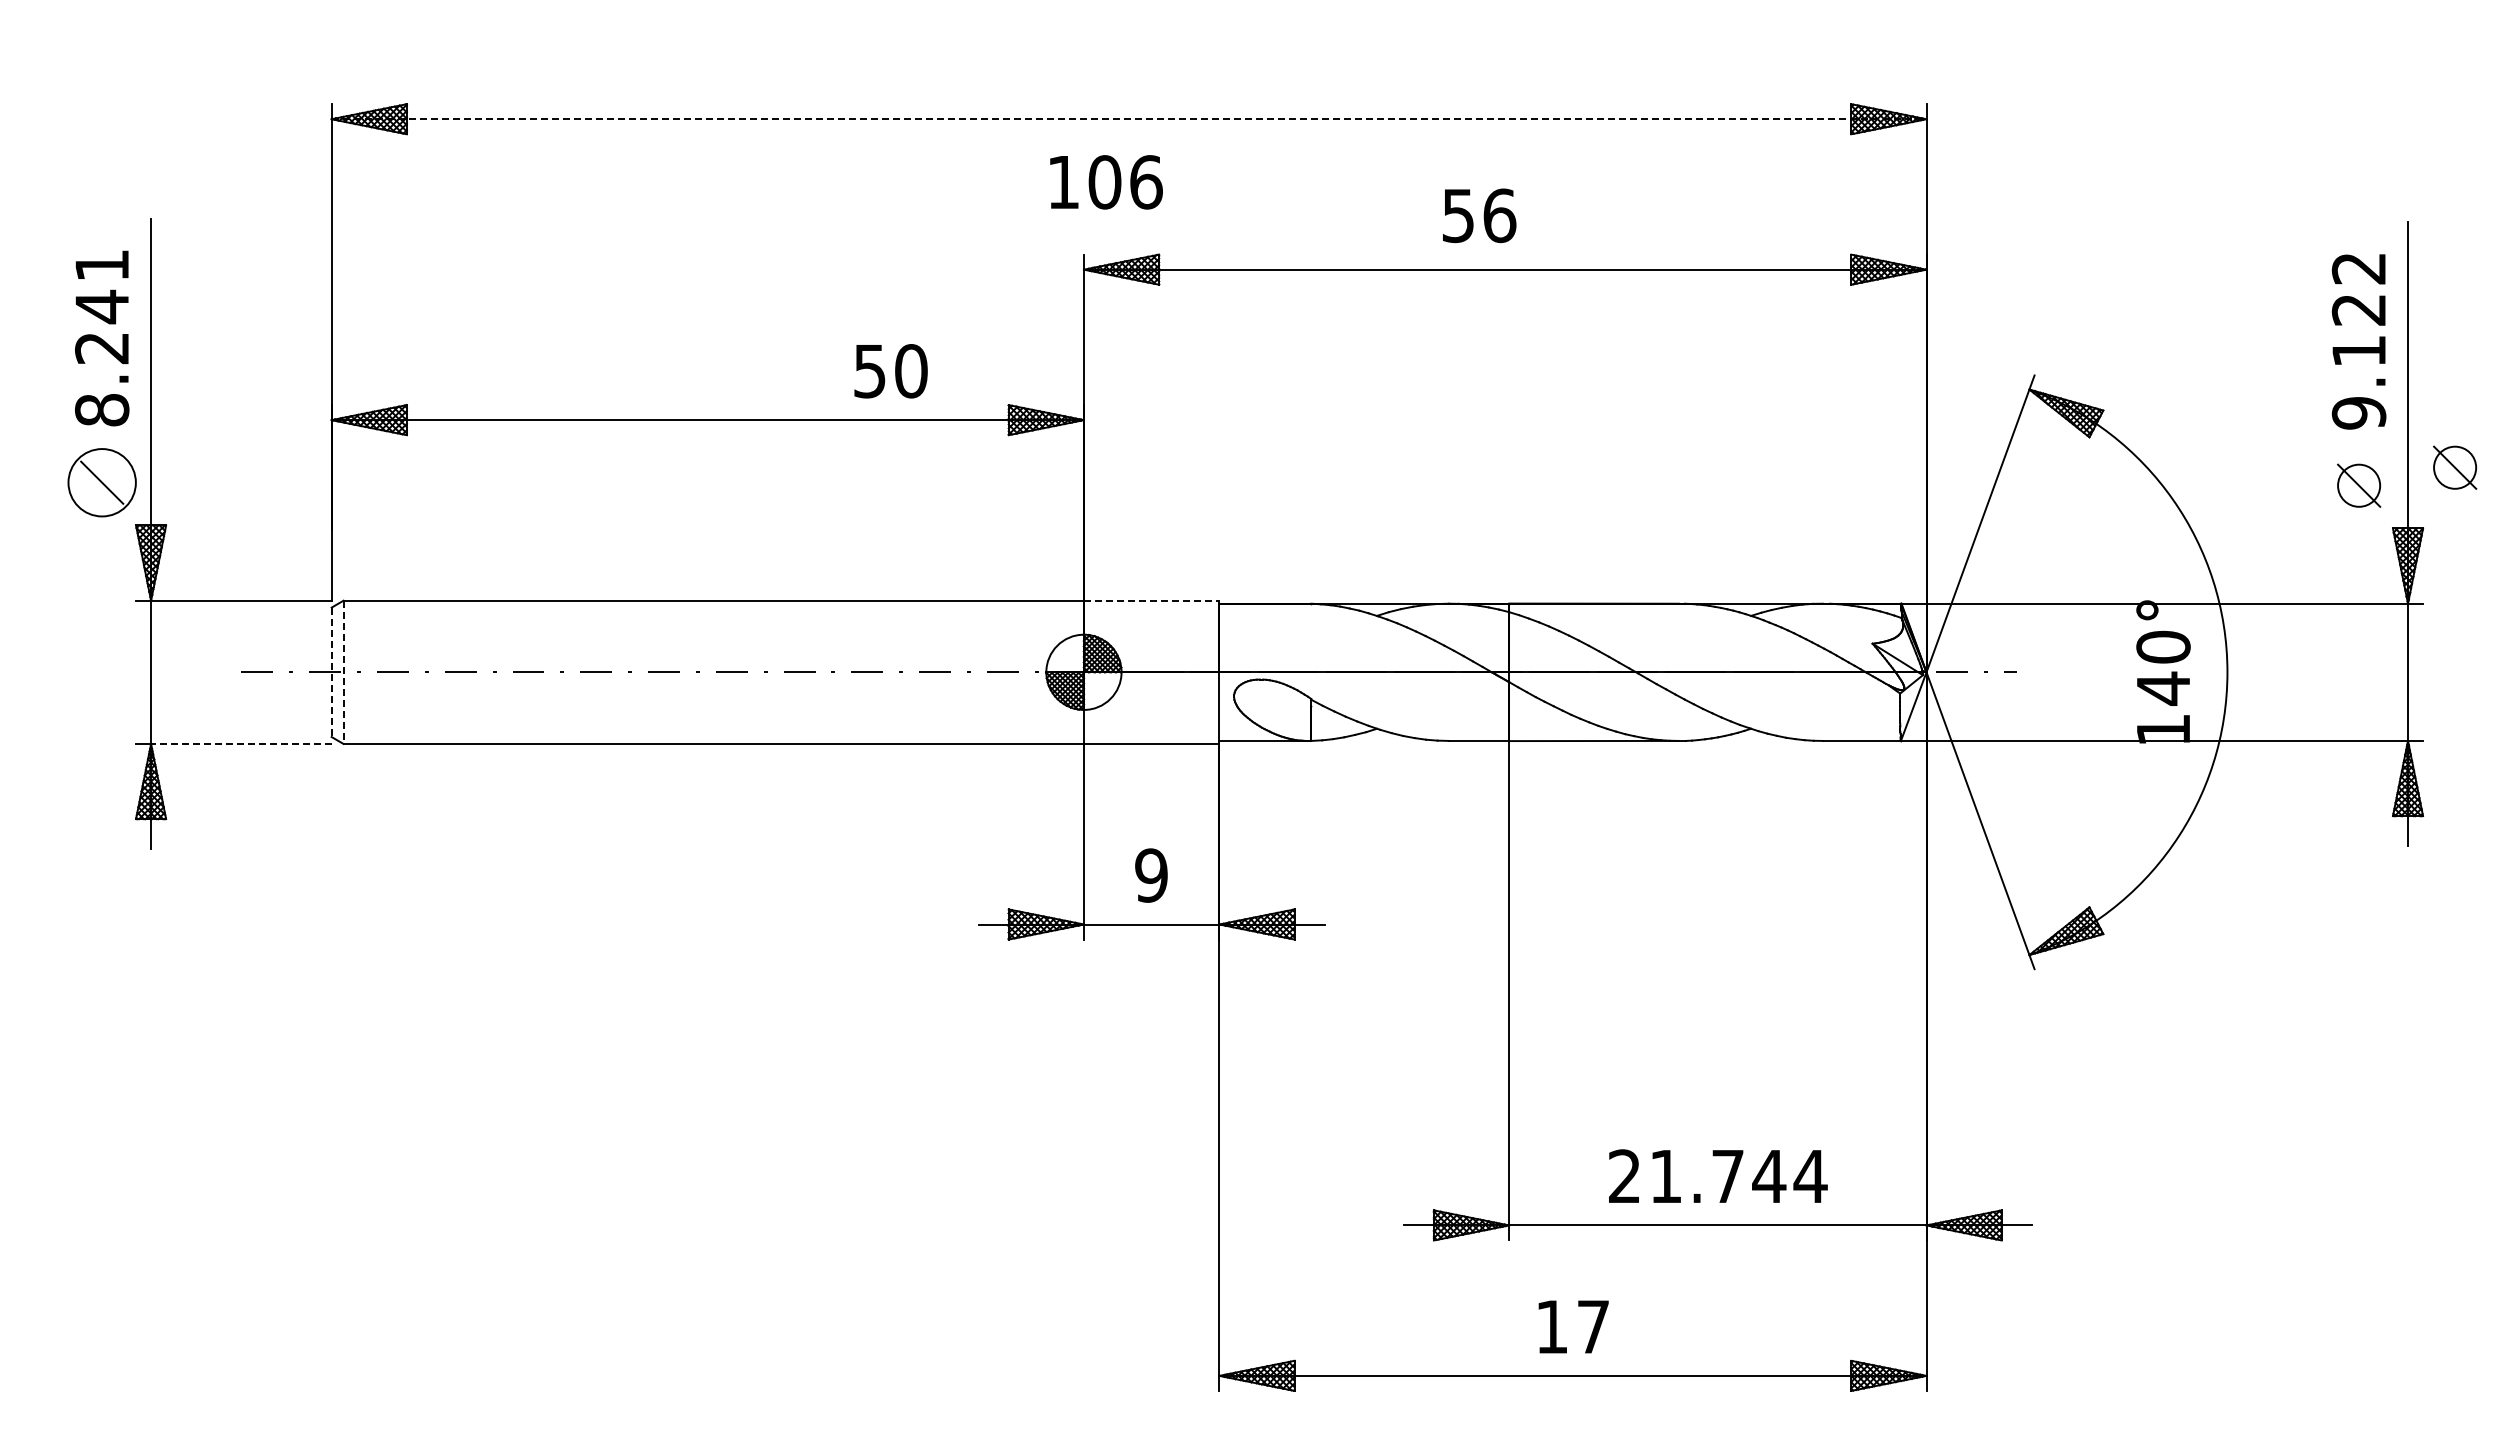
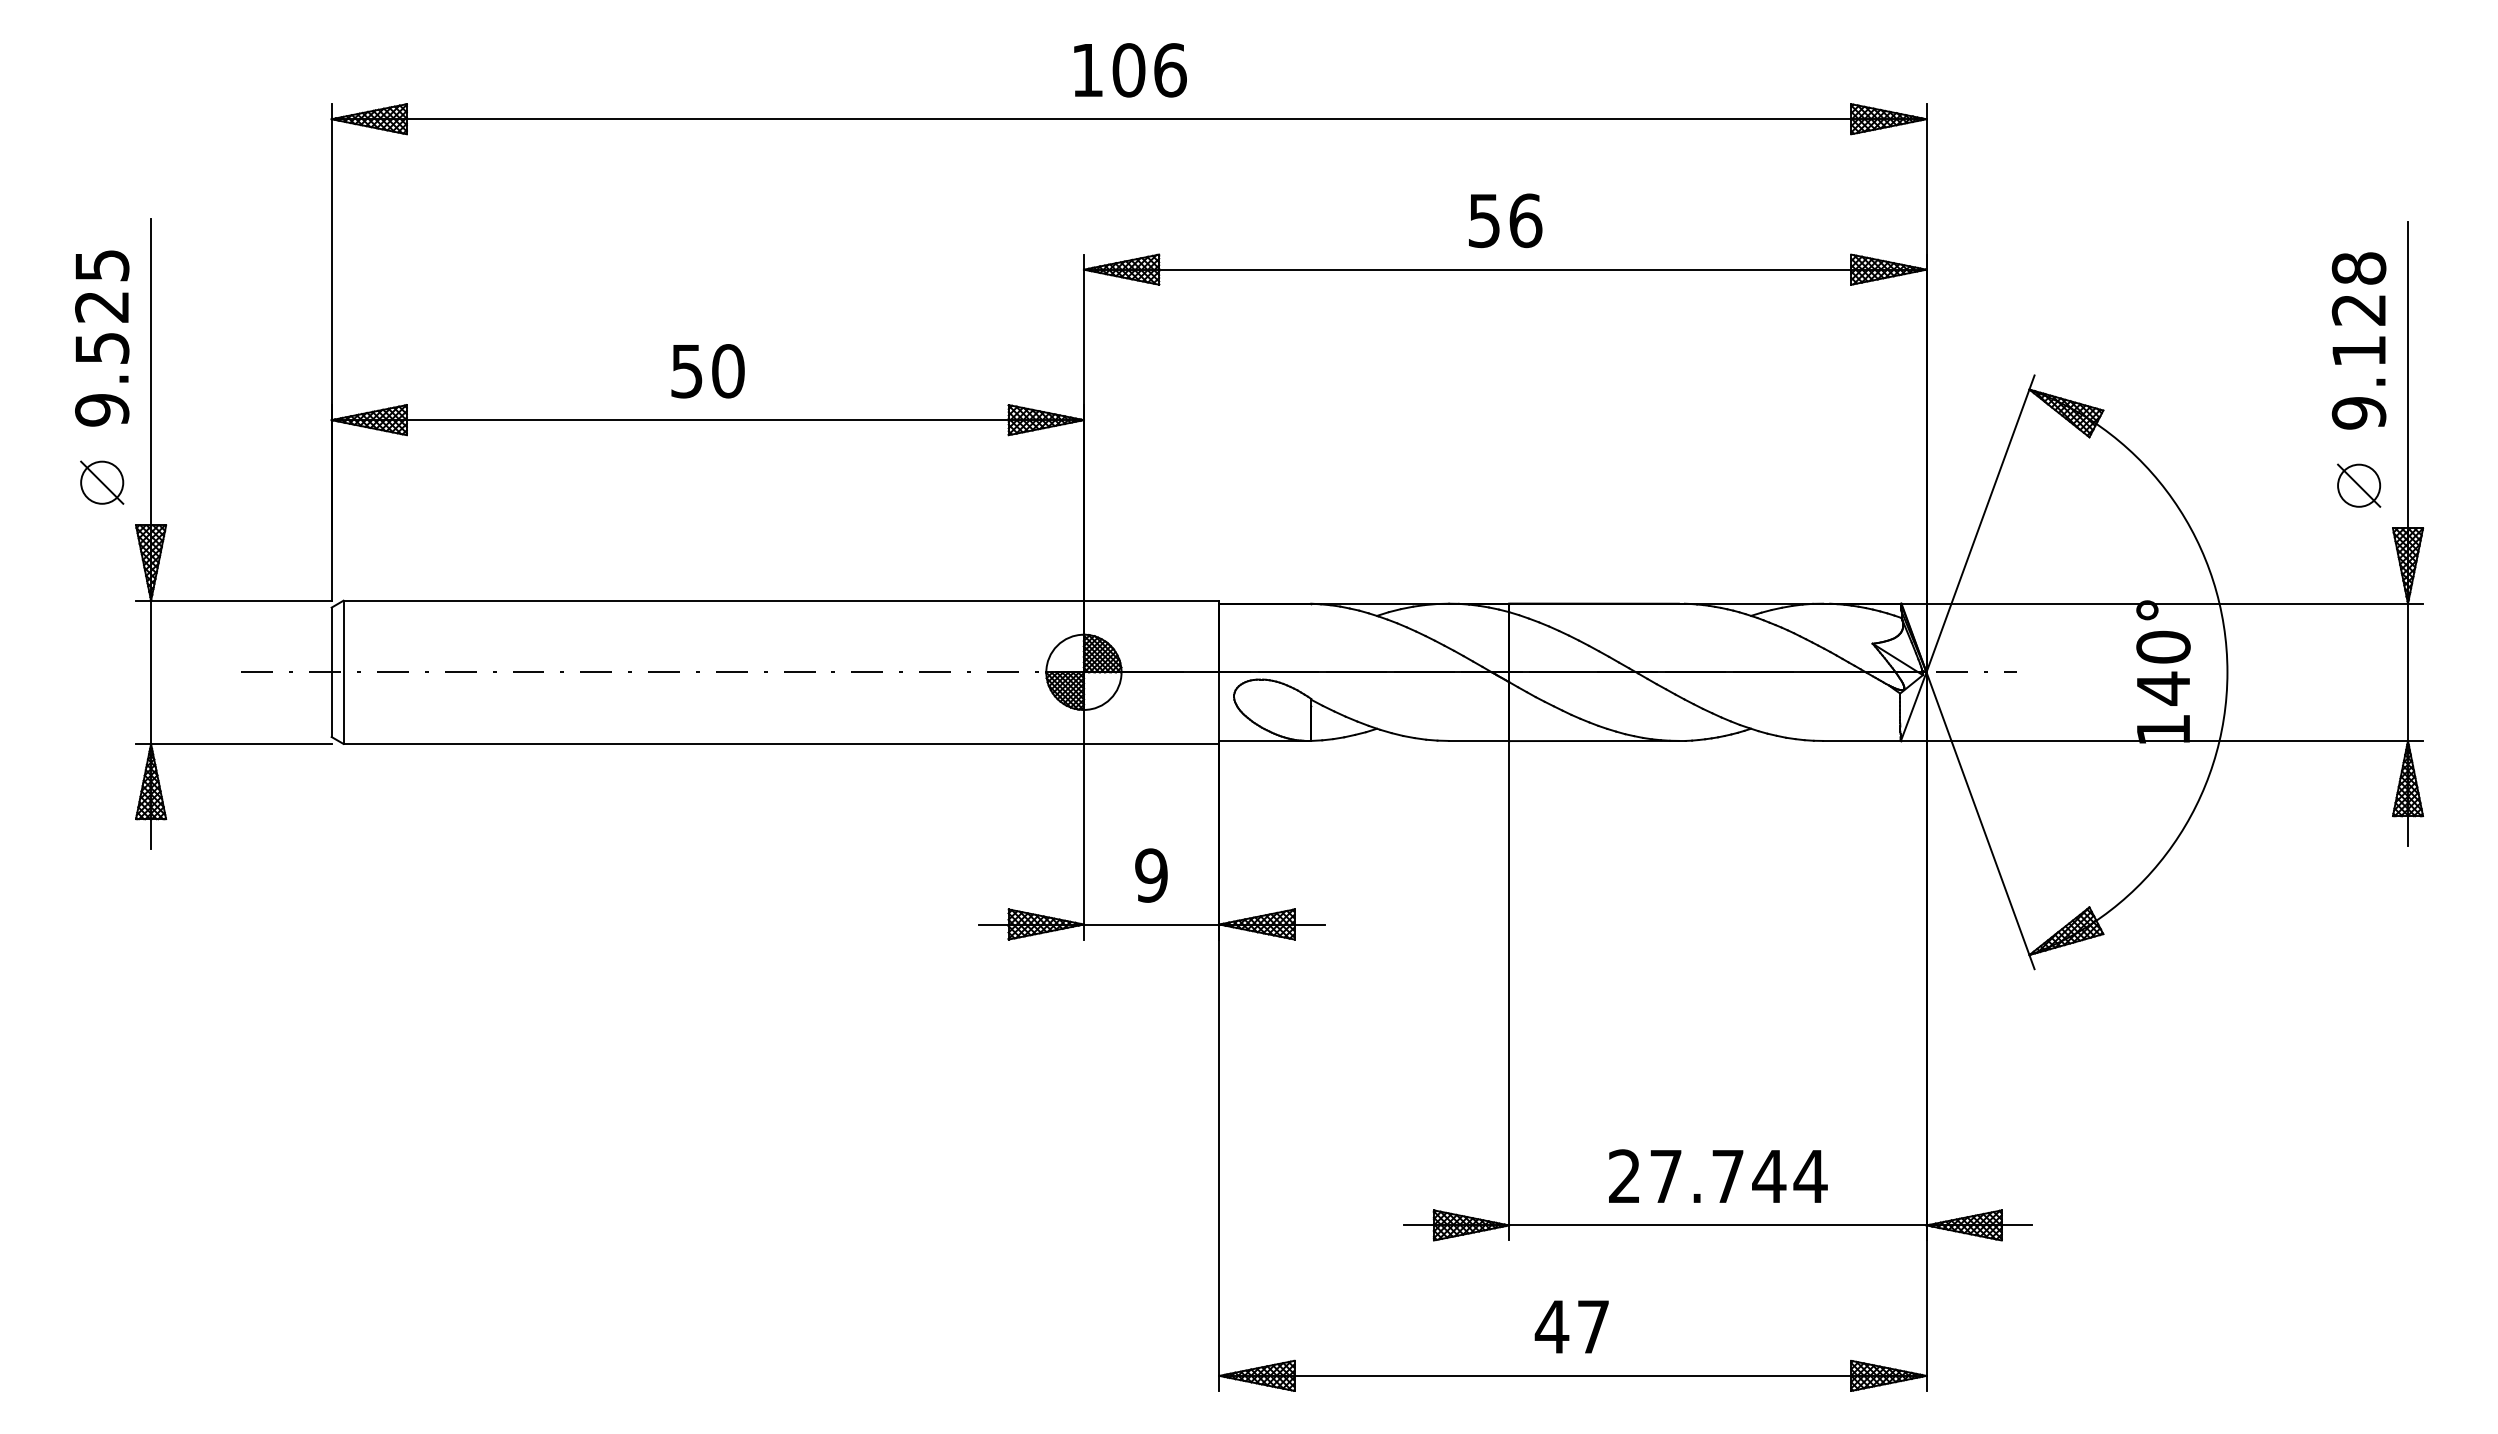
line at (1129, 119): dashed -> solid
text at (1106, 182) position: (1106, 182) -> (1130, 70)
text at (1479, 215) position: (1479, 215) -> (1505, 220)
text at (2358, 268): 9.122 -> 9.128
text at (102, 338): 8.241 -> 9.525
text at (890, 371) position: (890, 371) -> (707, 371)
part at (2455, 467): present -> none
circle at (101, 482) diameter: 67 px -> 42 px
line at (1151, 600): dashed -> solid
line at (331, 672): dashed -> solid
line at (343, 672): dashed -> solid
line at (240, 743): dashed -> solid
text at (1665, 1176): 21.744 -> 27.744
text at (1551, 1326): 17 -> 47
